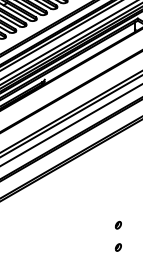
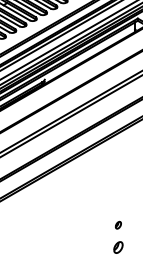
line at (70, 125): present -> none
part at (118, 247) size: 7x9 px -> 11x13 px
